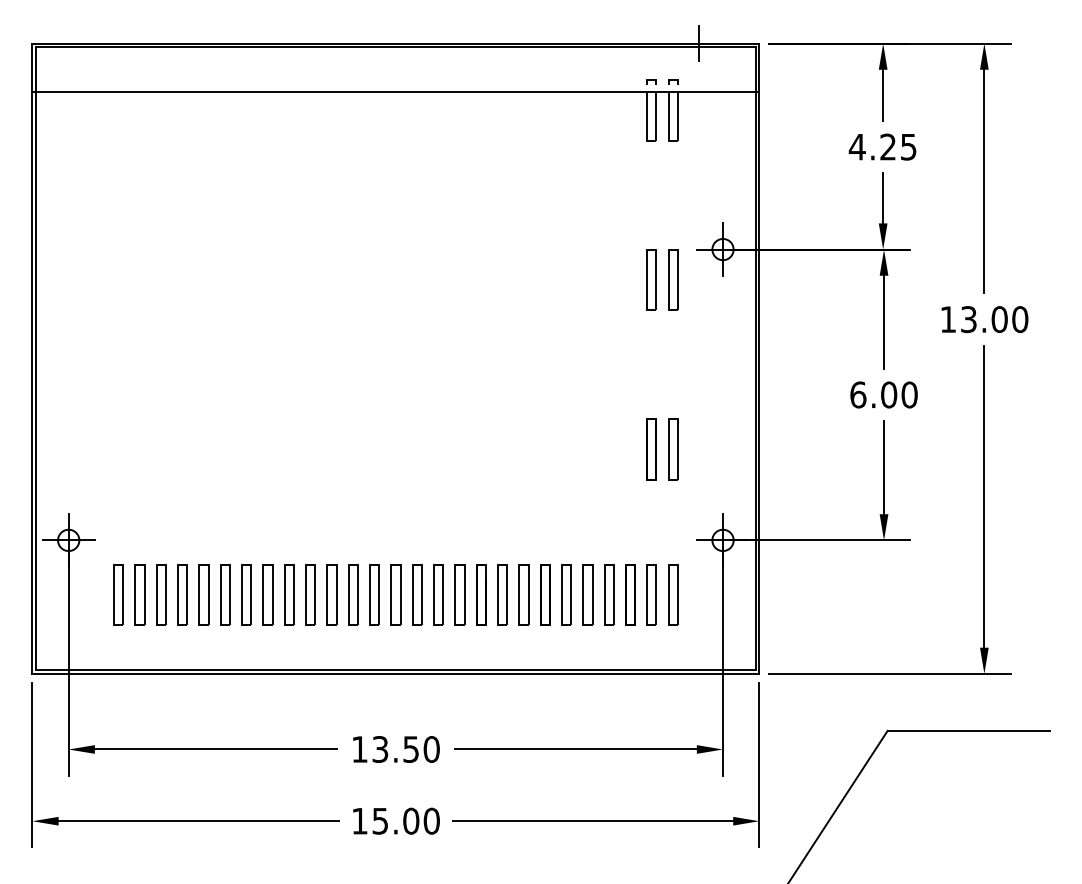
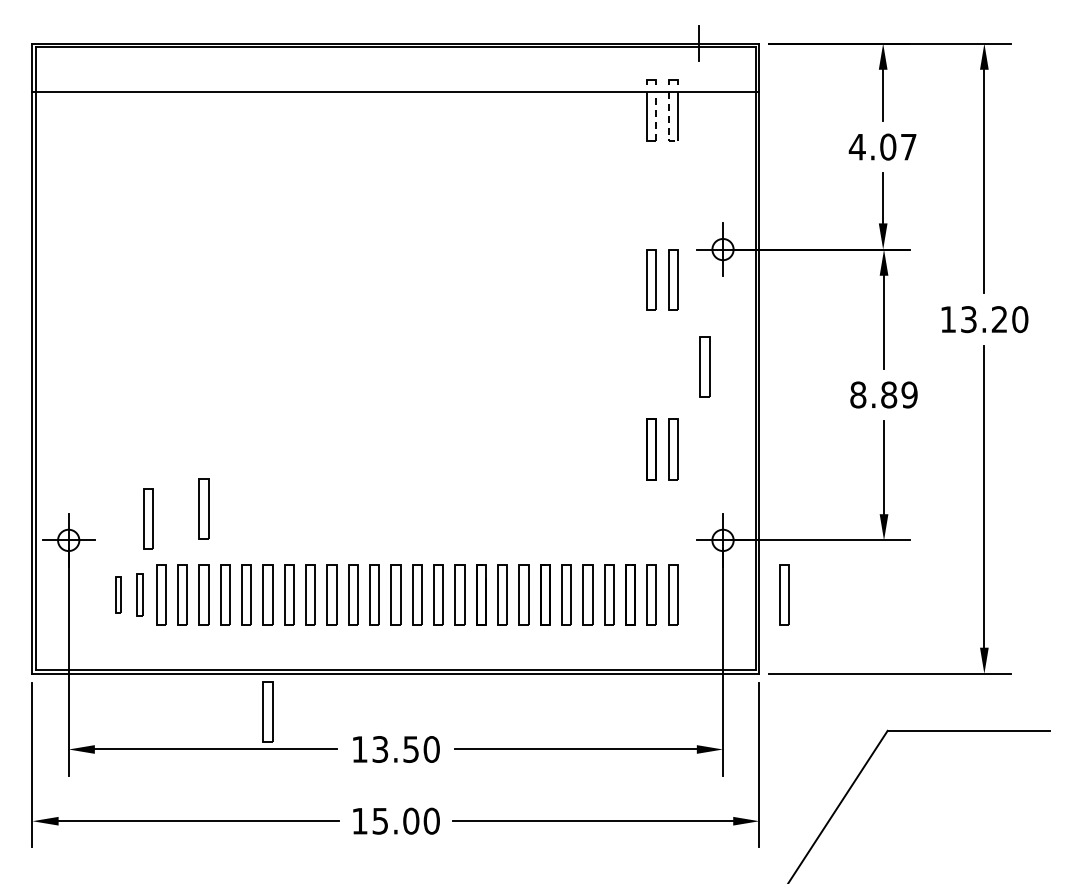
line at (656, 115): solid -> dashed
line at (668, 121): solid -> dashed
text at (898, 146): 4.25 -> 4.07
text at (999, 319): 13.00 -> 13.20
part at (704, 366): none -> present
text at (883, 394): 6.00 -> 8.89
part at (203, 508): none -> present
part at (148, 518): none -> present
part at (118, 594) size: 11x62 px -> 7x38 px
part at (139, 594) size: 12x62 px -> 8x44 px
part at (784, 594): none -> present
part at (267, 711): none -> present
